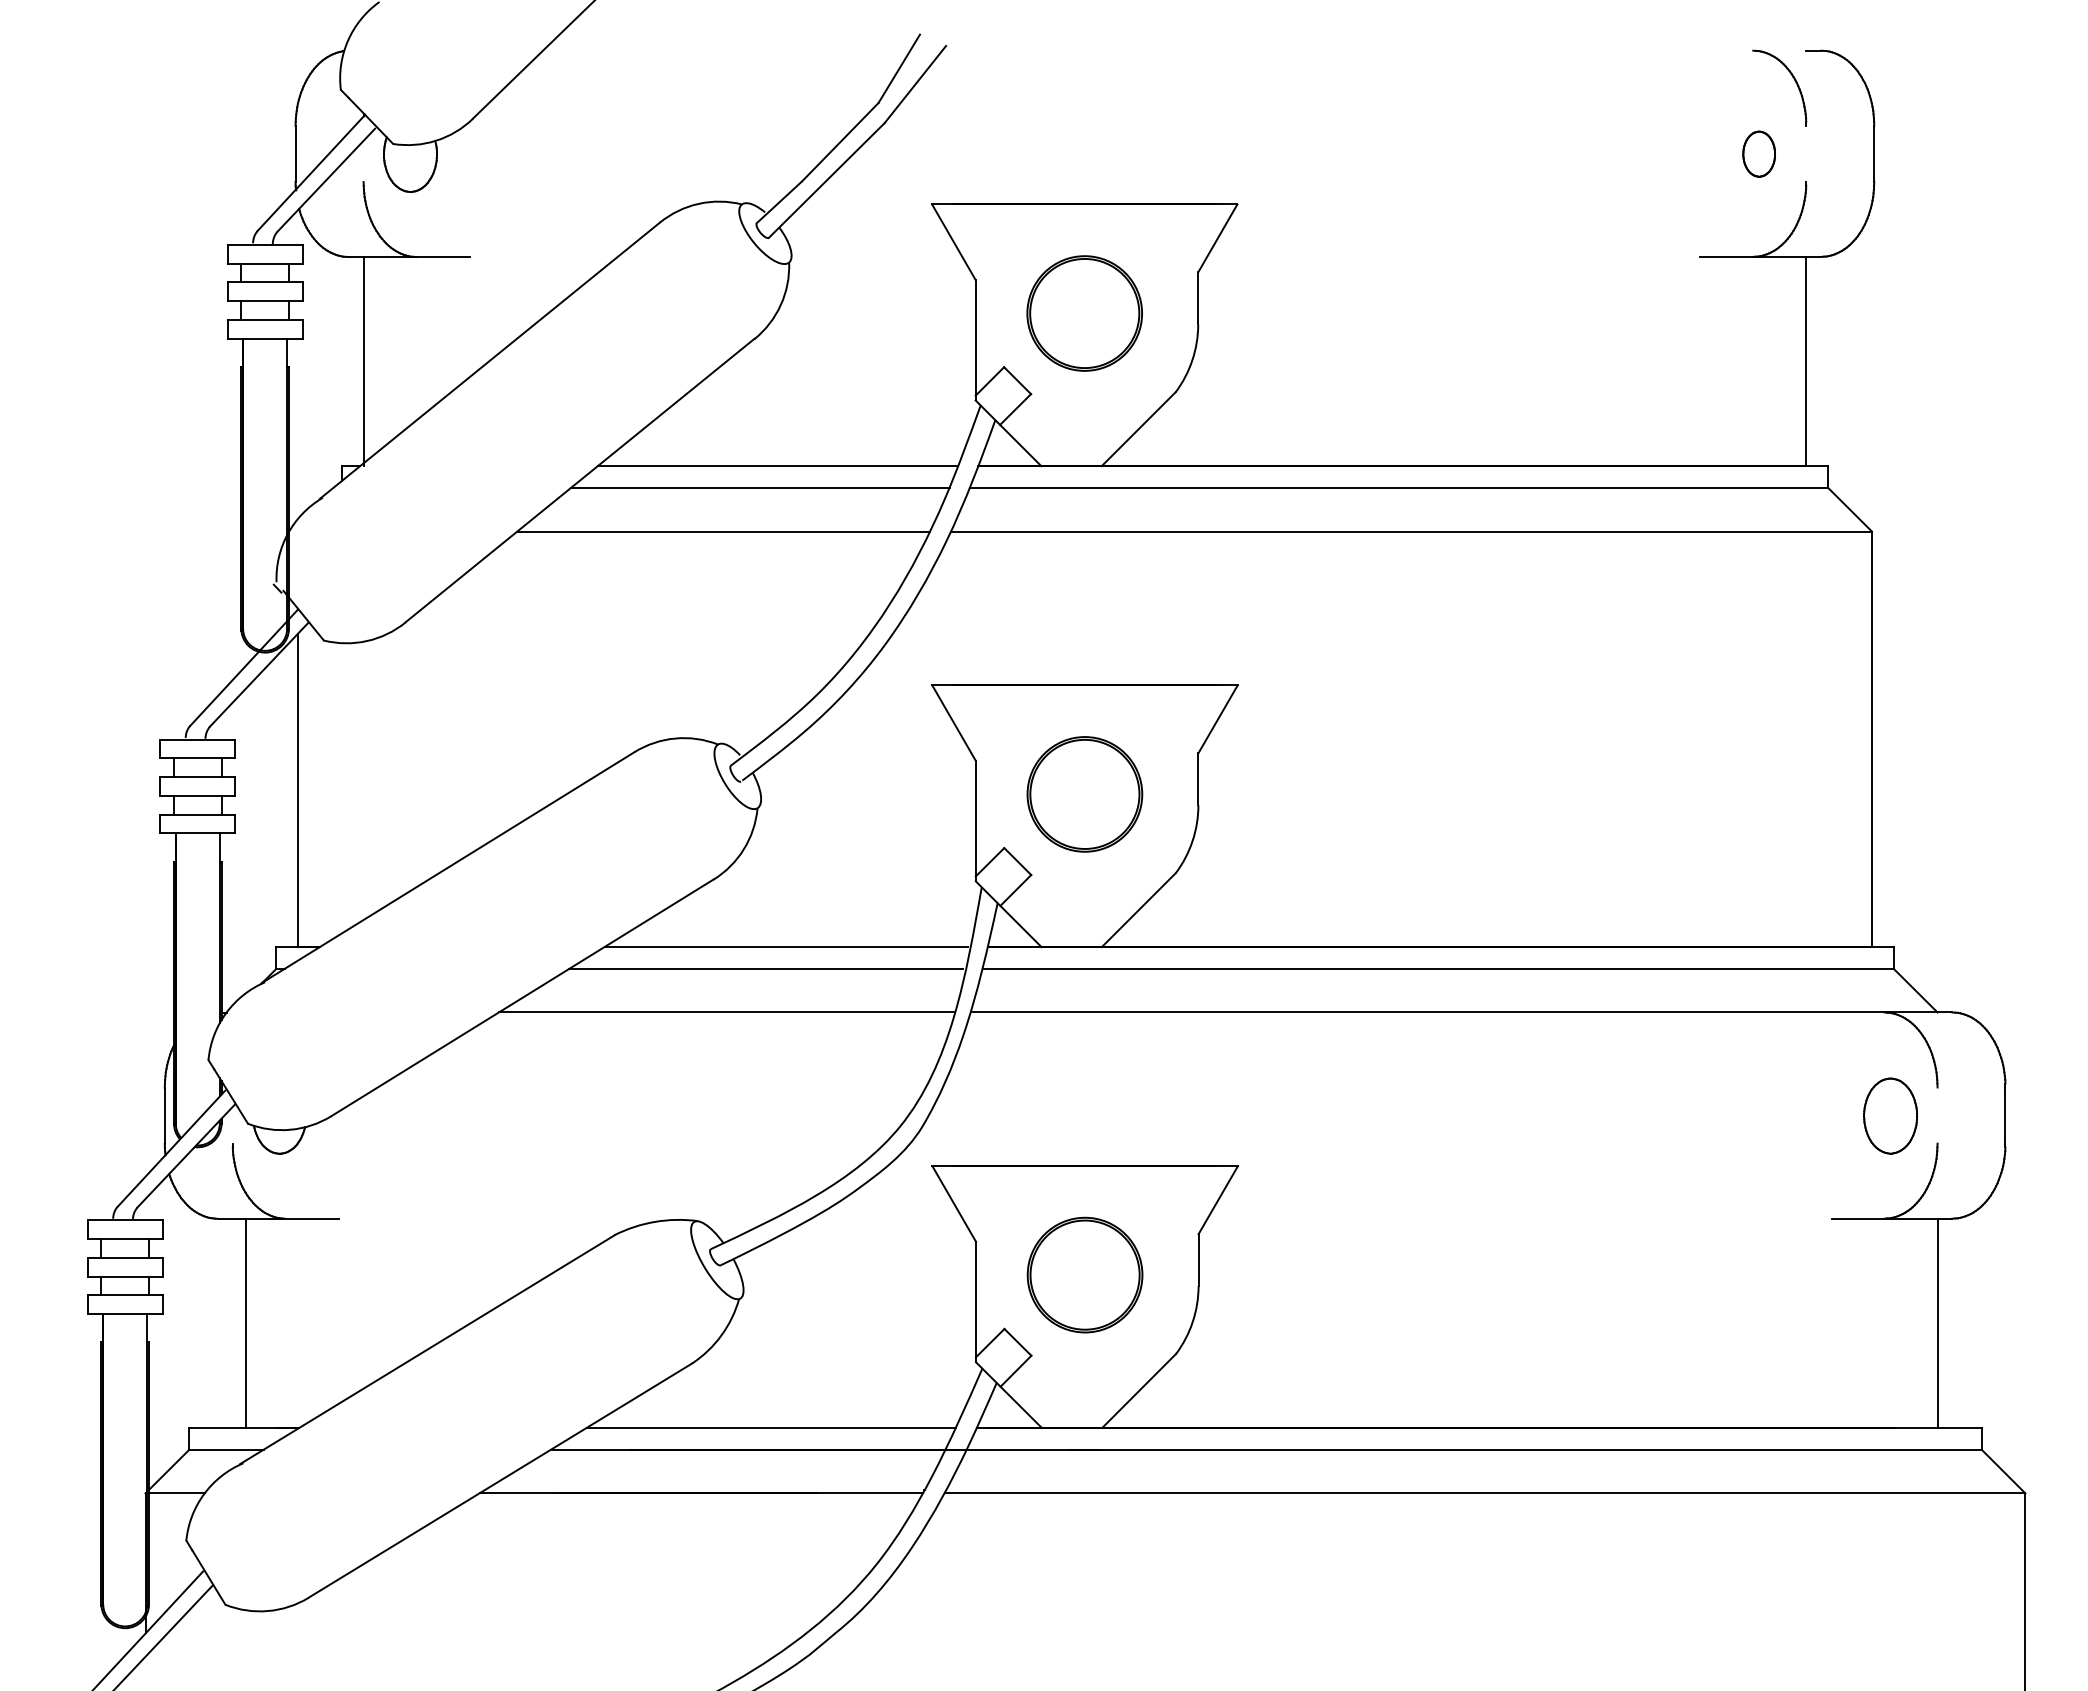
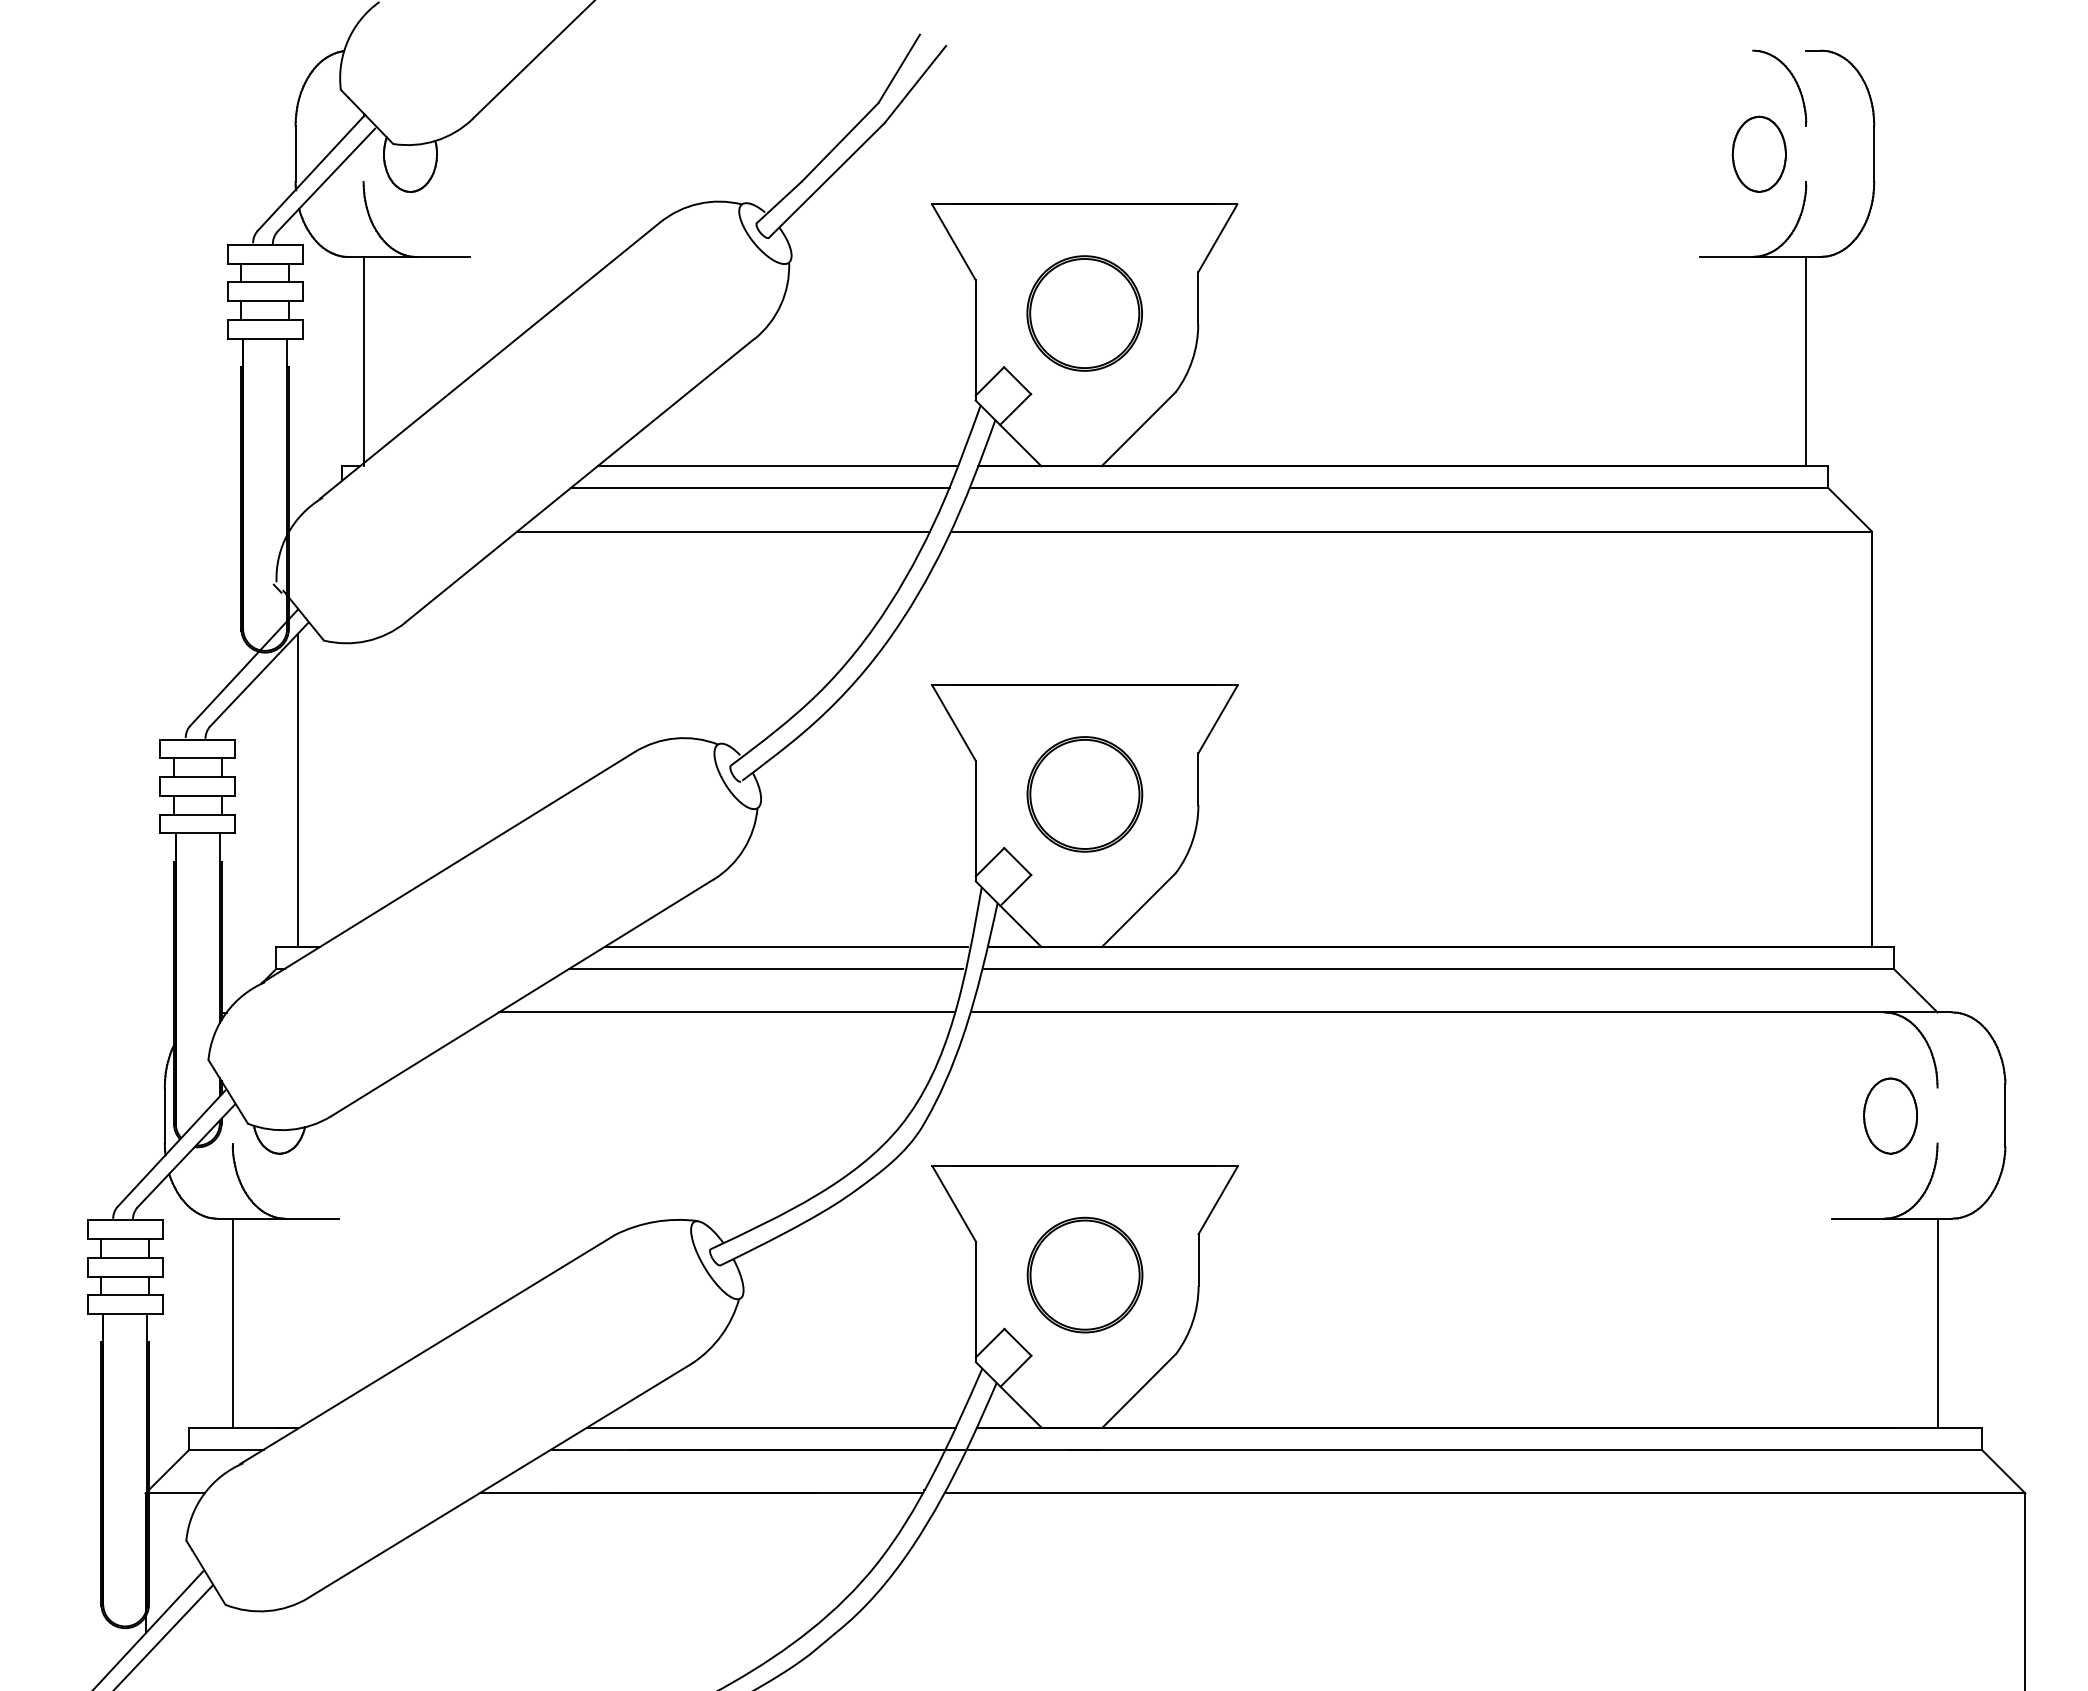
part at (1758, 153) size: 34x48 px -> 56x78 px
line at (245, 1322) position: (245, 1322) -> (232, 1322)
